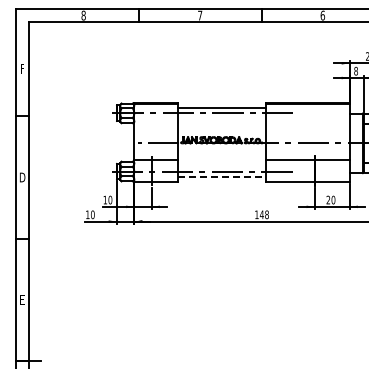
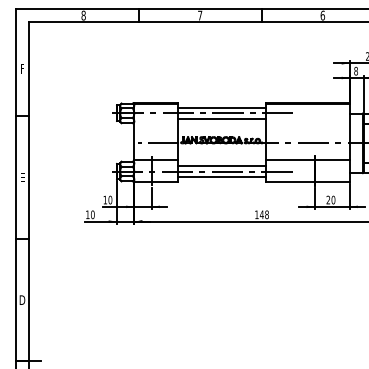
line at (221, 118): none -> present
line at (221, 166): none -> present
line at (221, 176): dashed -> solid
text at (22, 177): D -> E
text at (22, 299): E -> D
